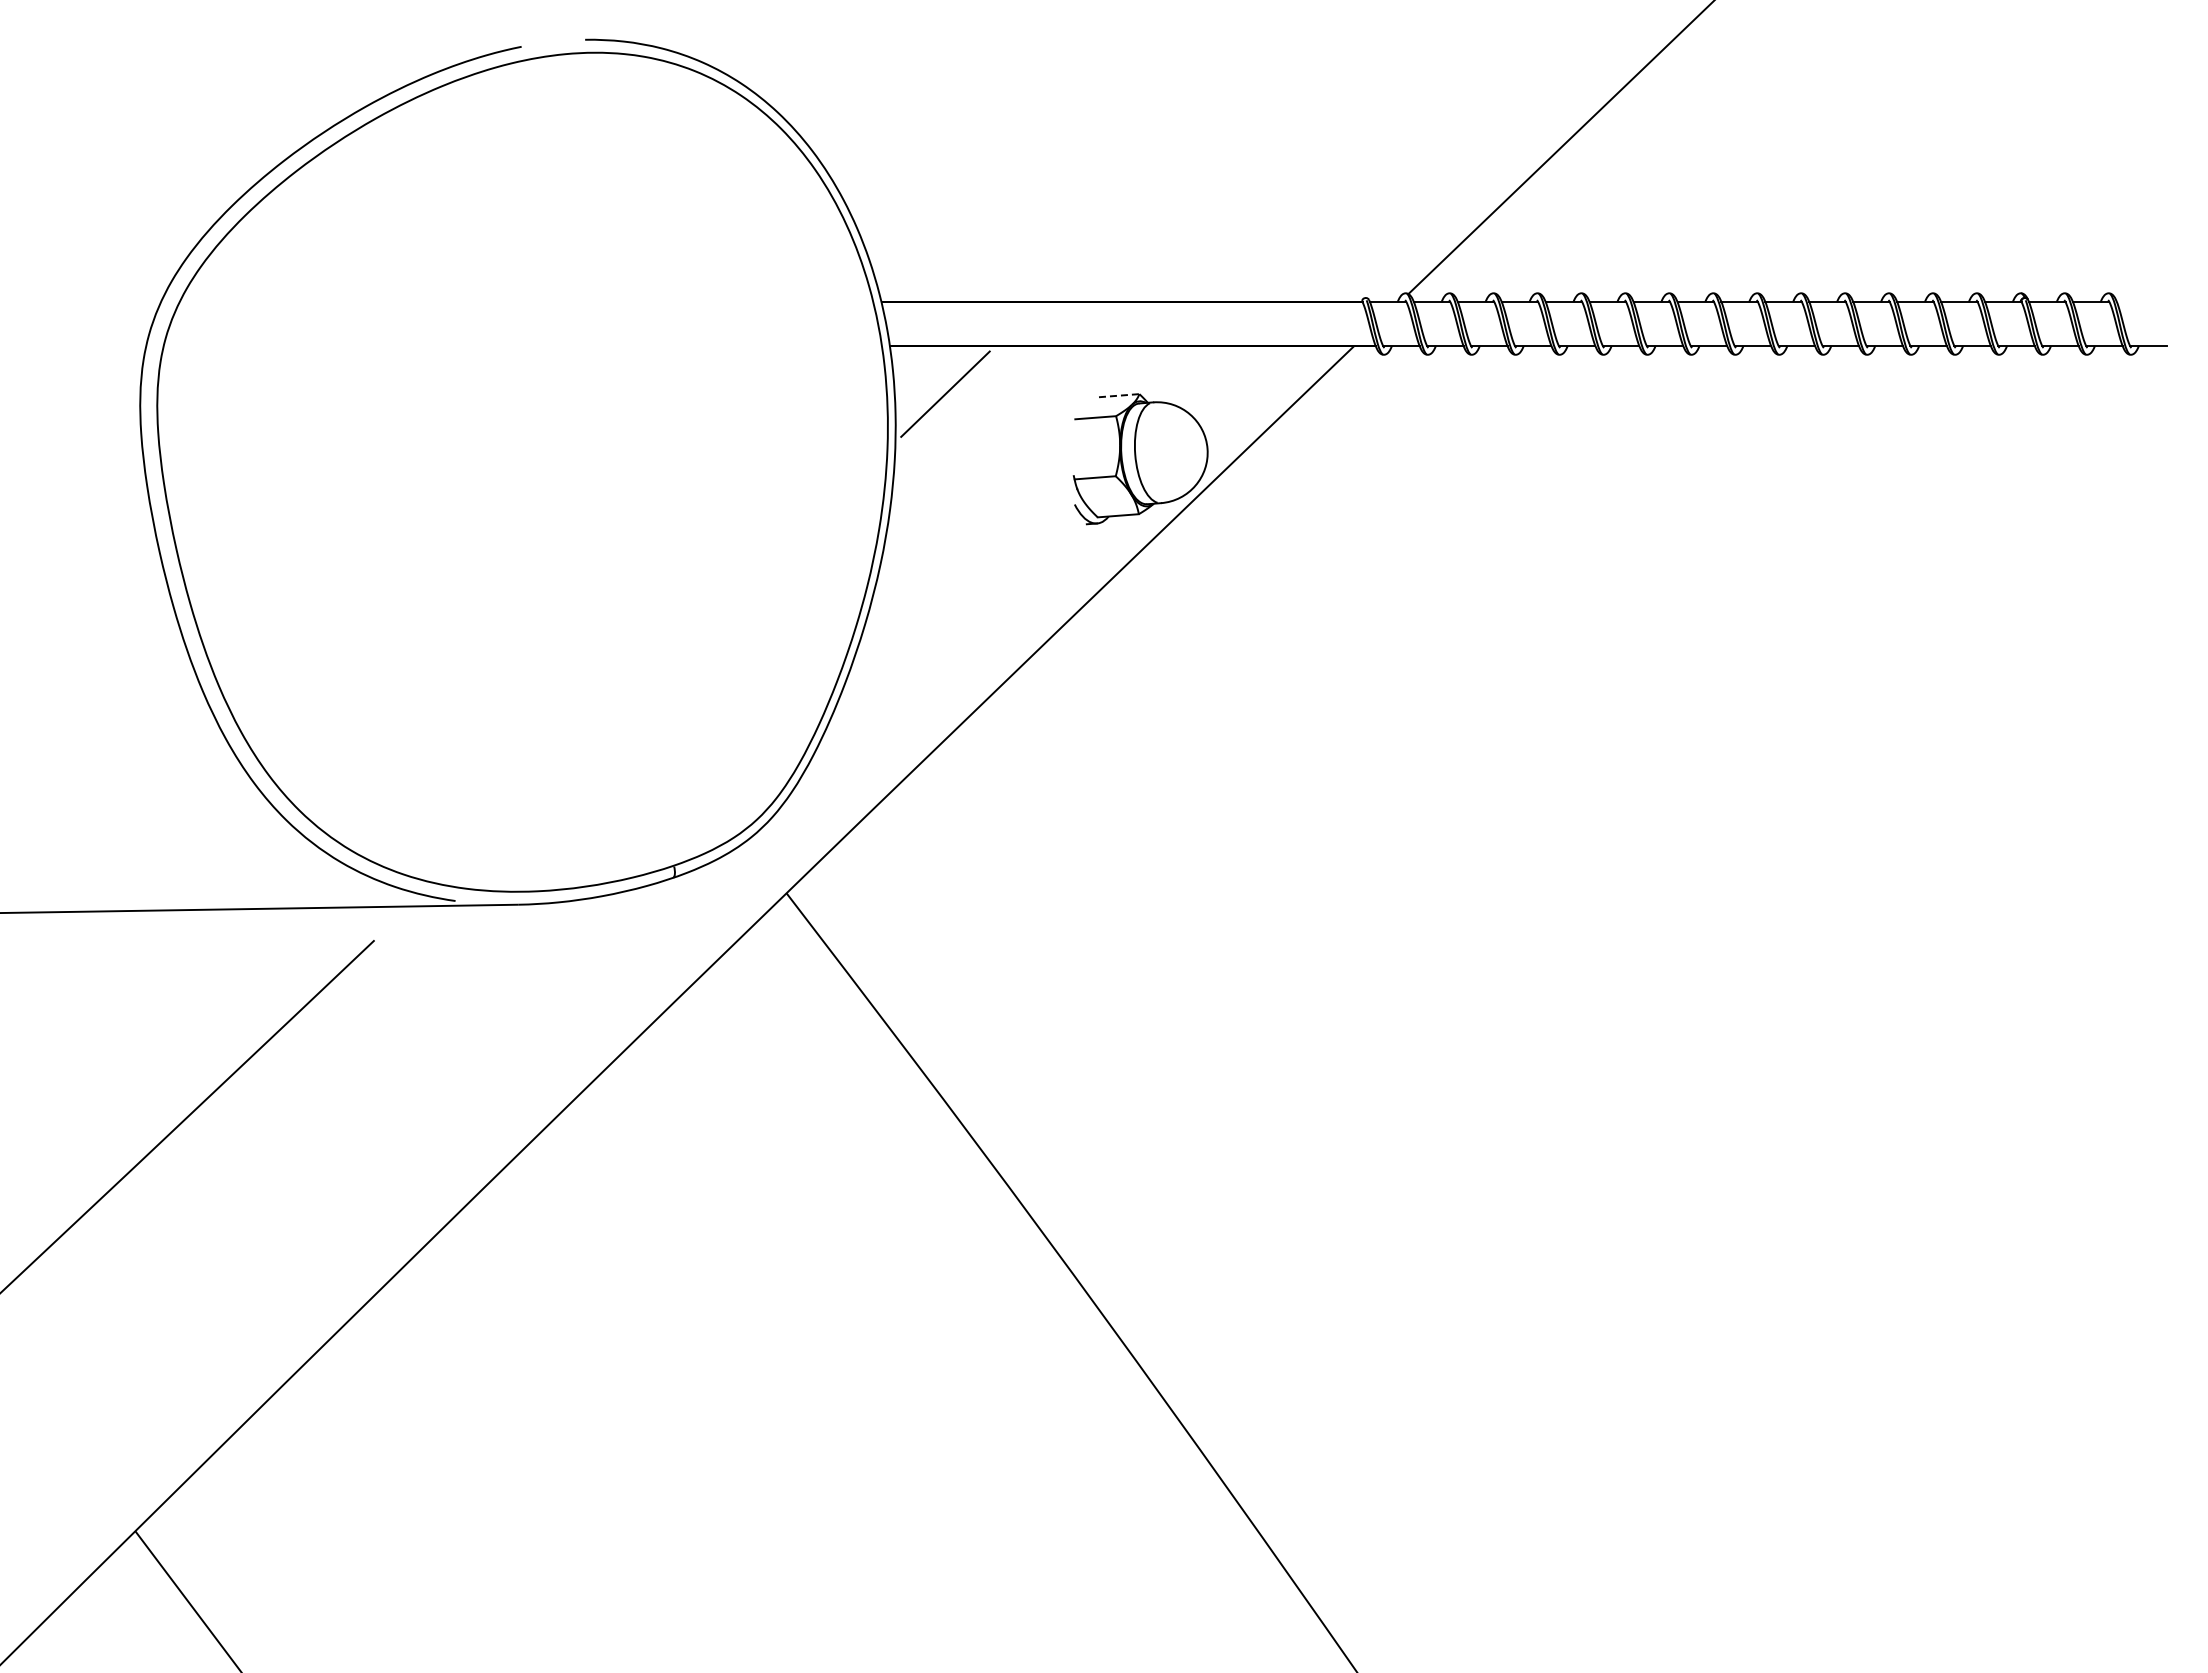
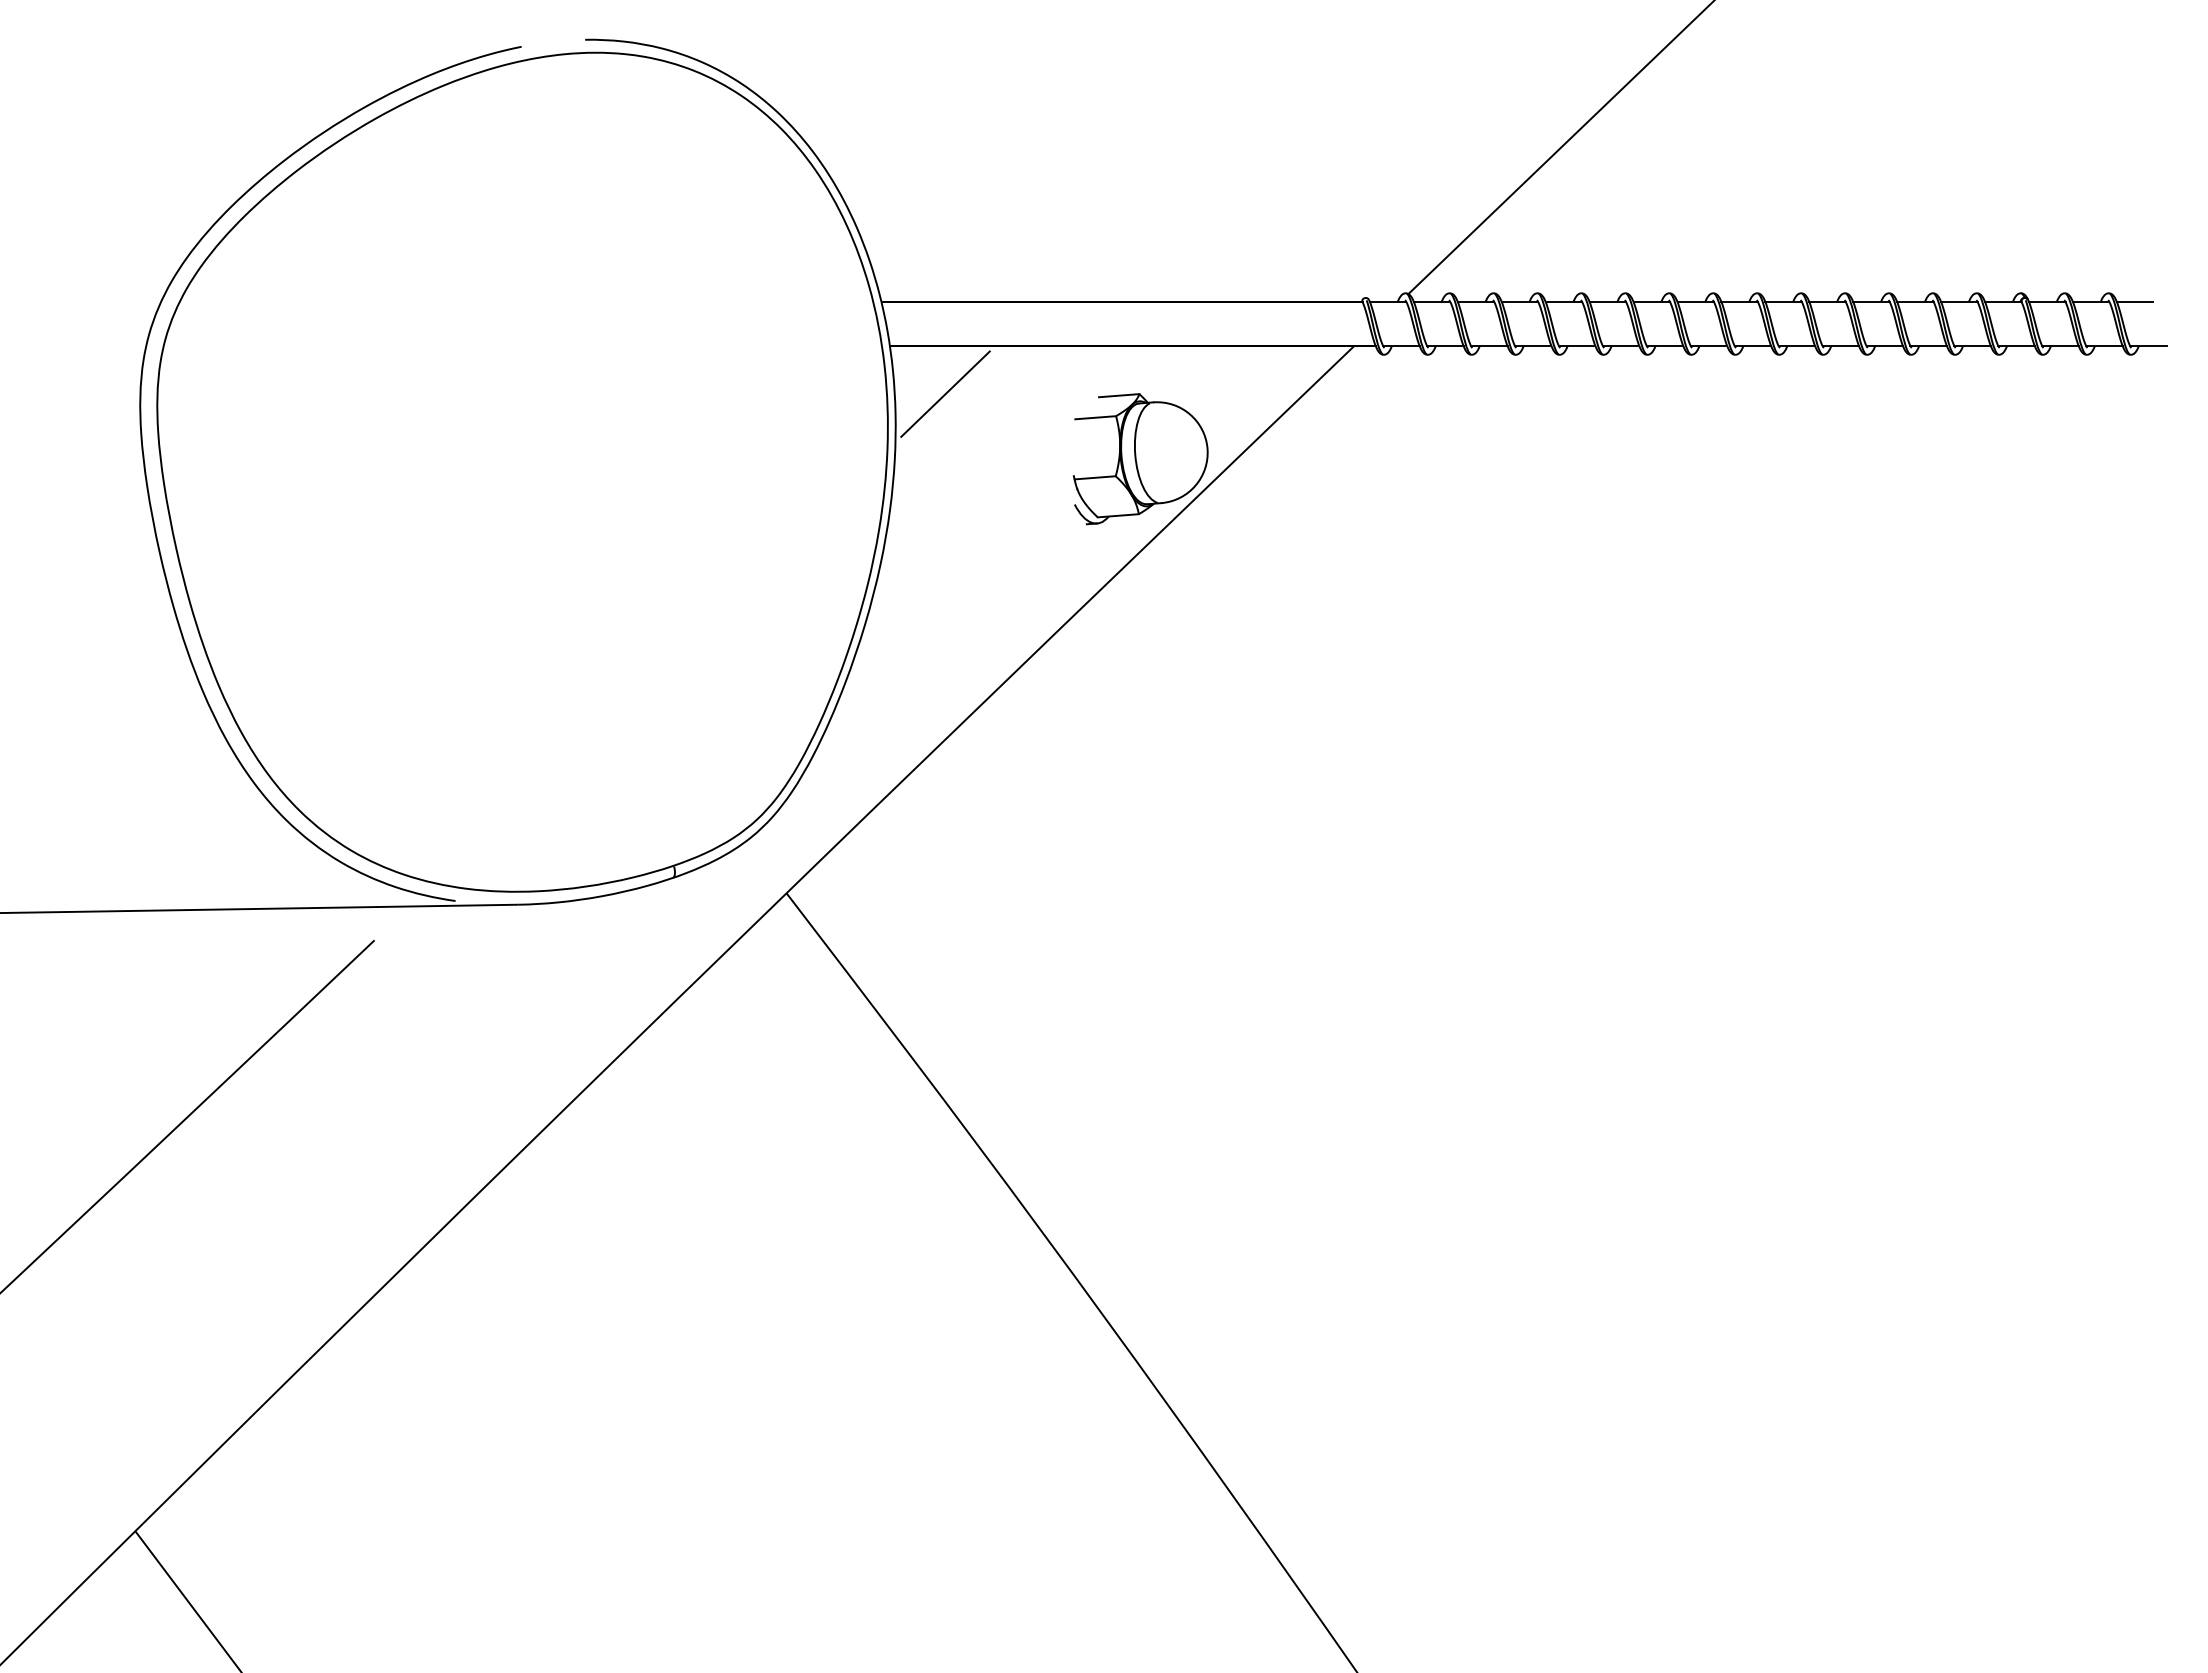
line at (2134, 302): none -> present
line at (1119, 395): dashed -> solid
